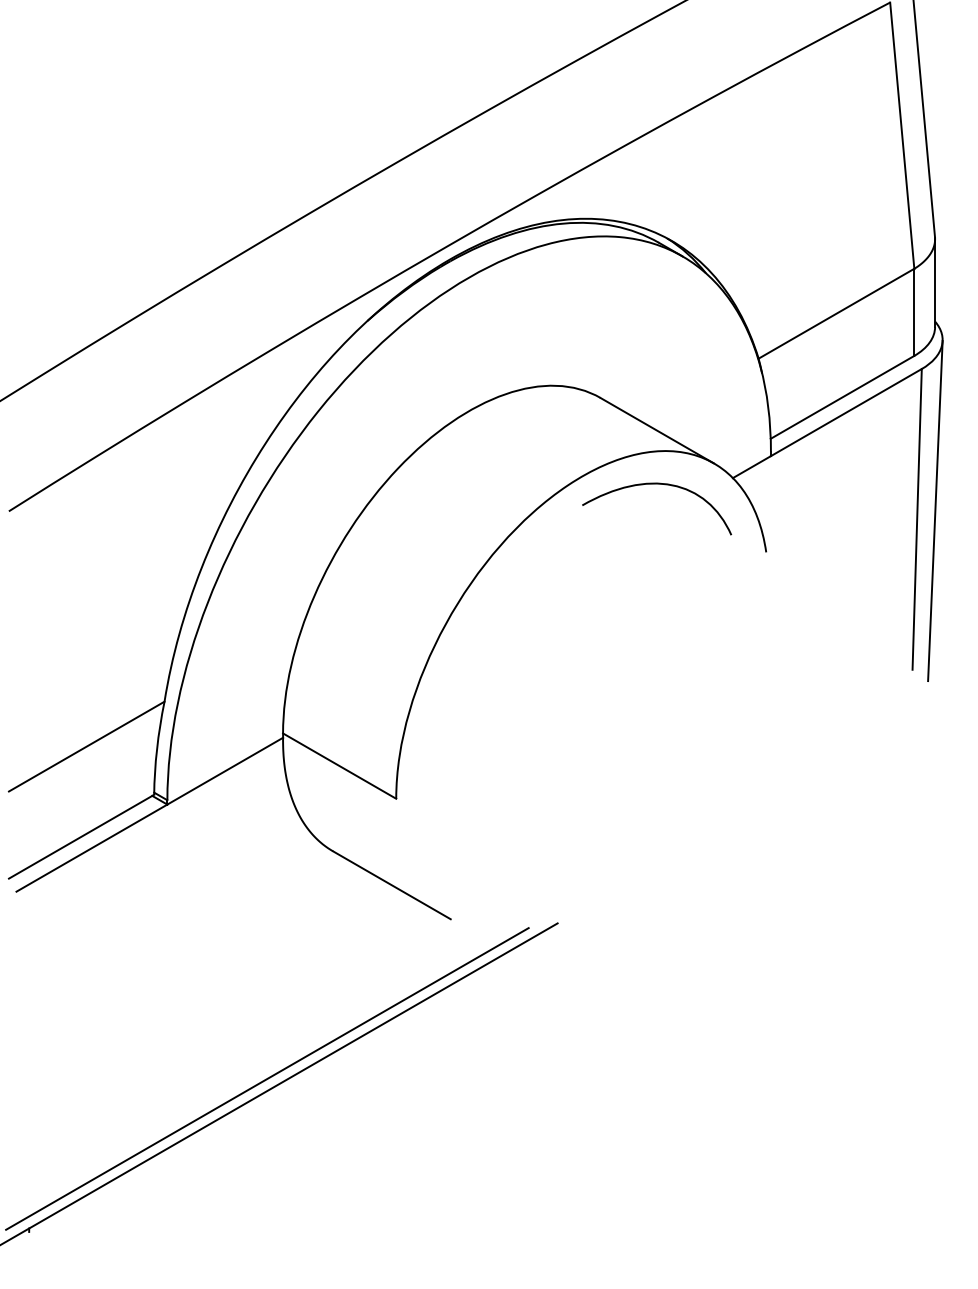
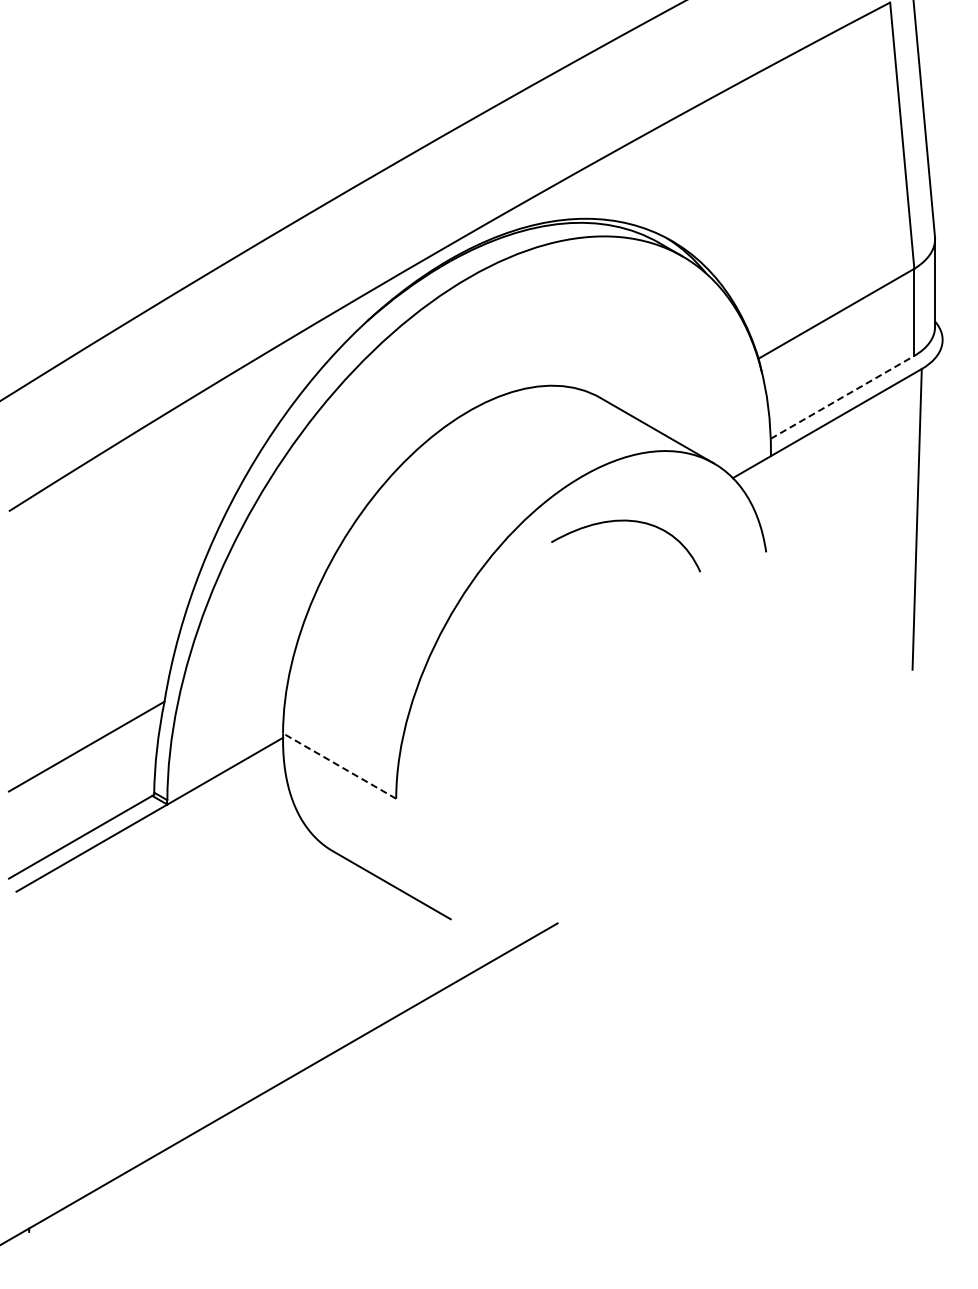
line at (842, 397): solid -> dashed
curve at (657, 484) position: (657, 484) -> (626, 521)
line at (935, 510): present -> none
line at (339, 765): solid -> dashed
line at (267, 1078): present -> none
